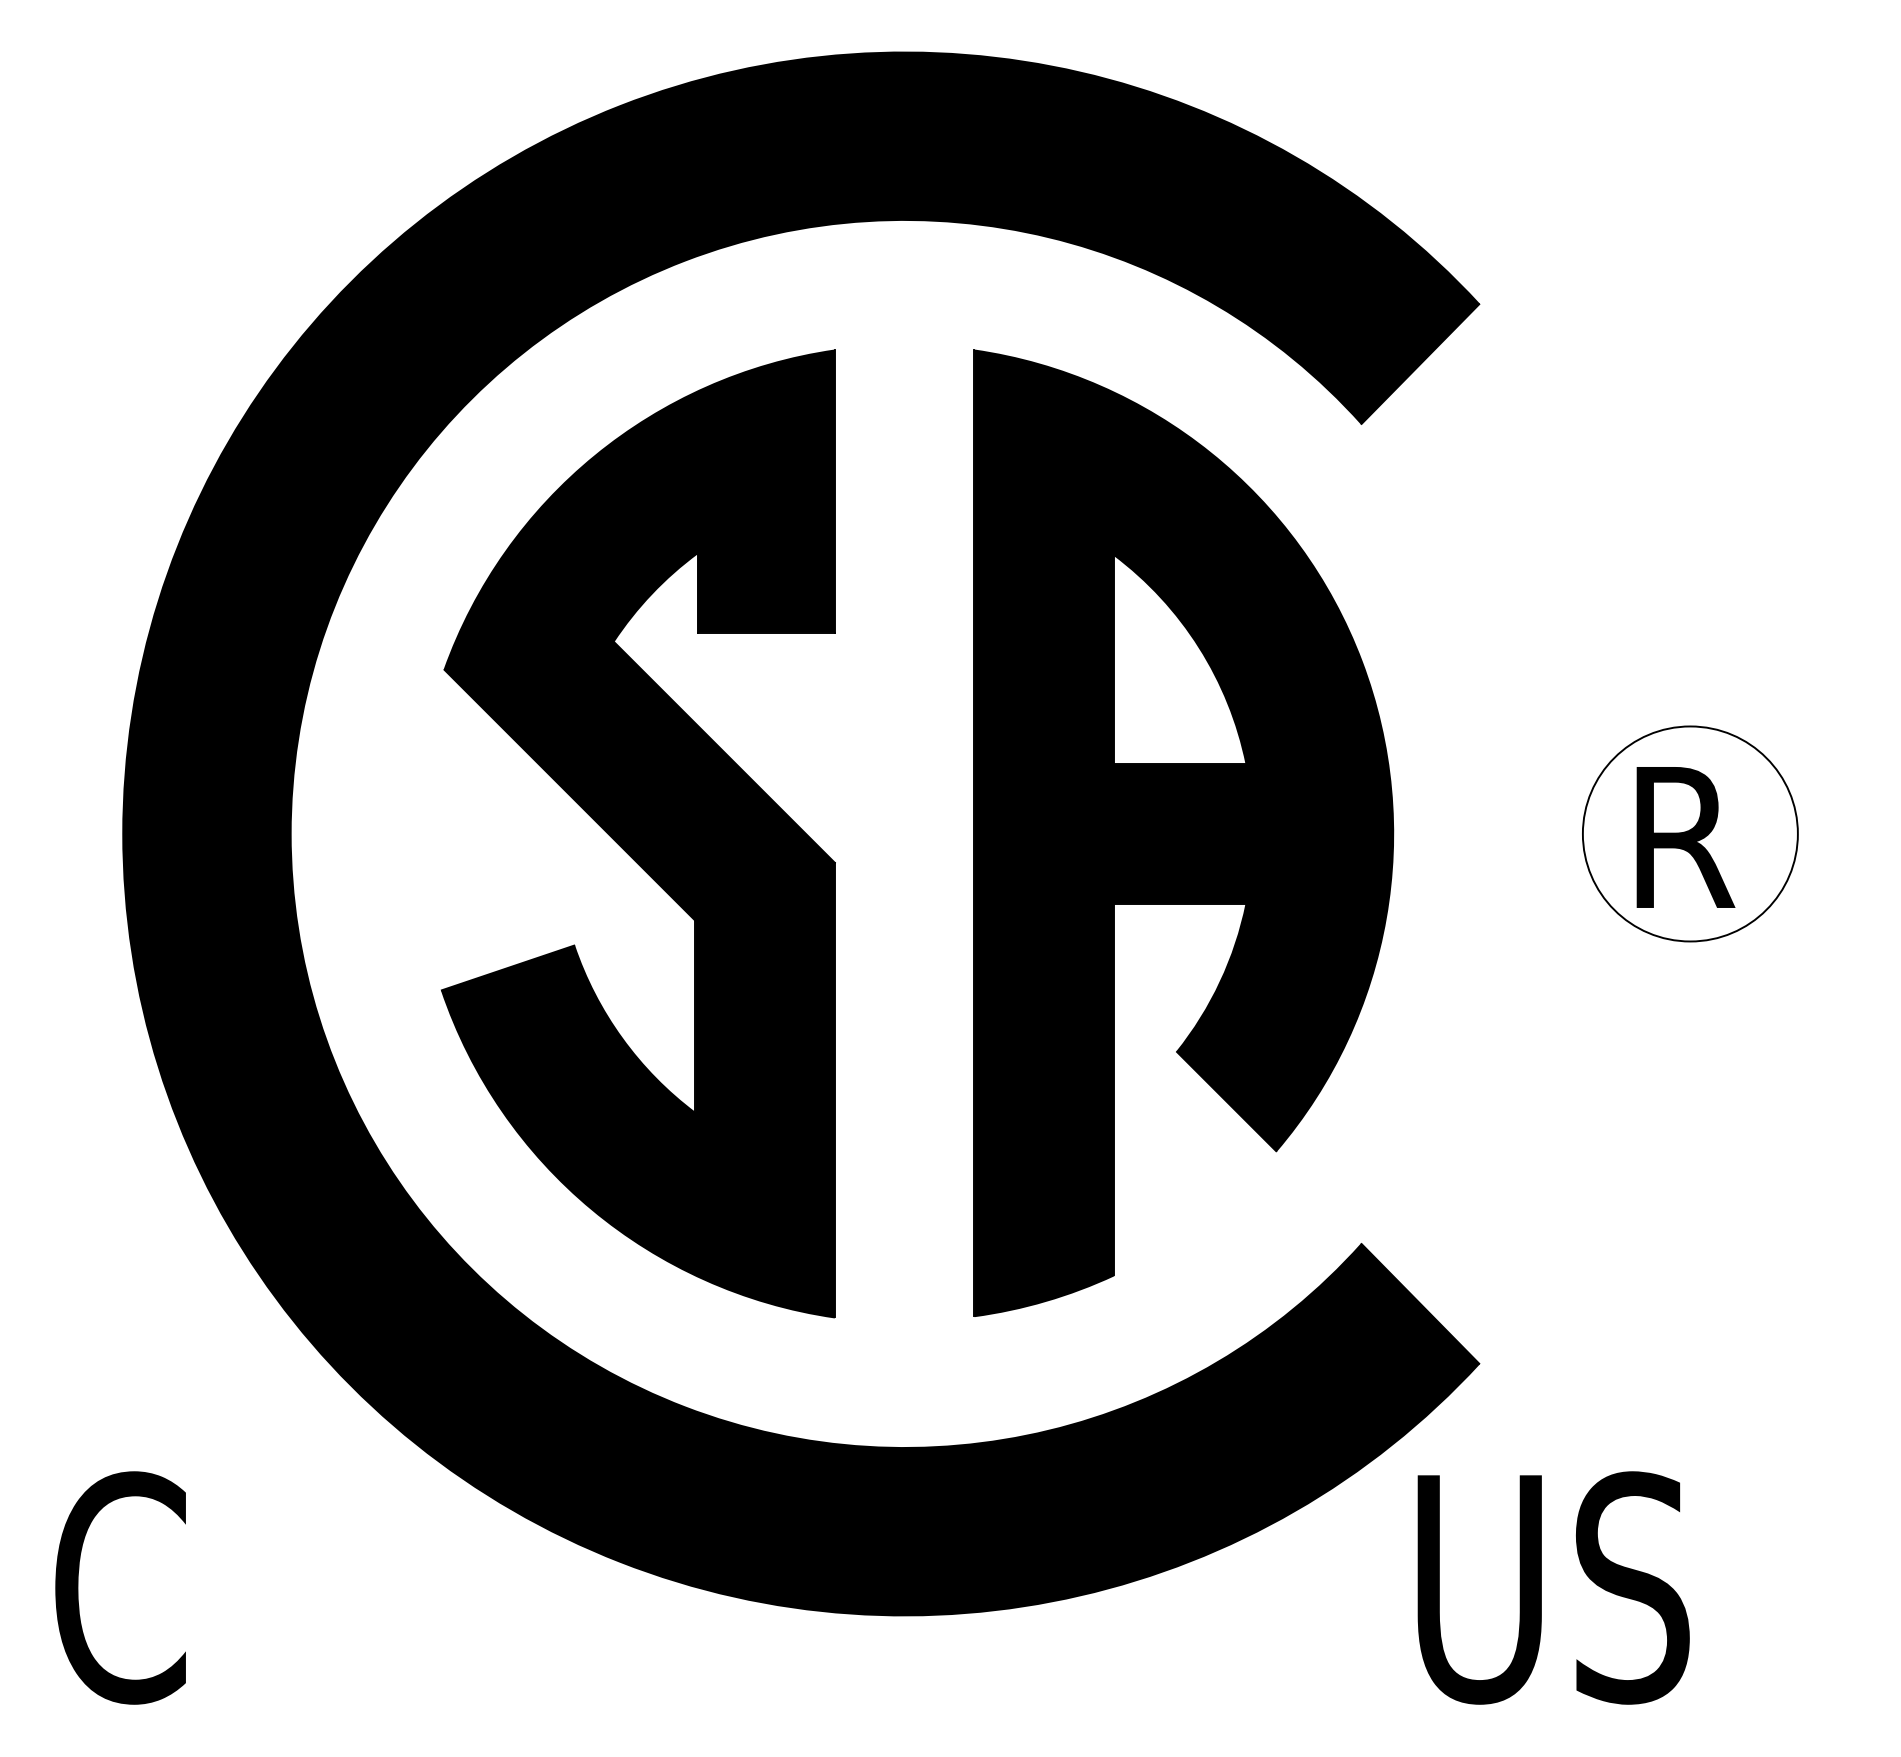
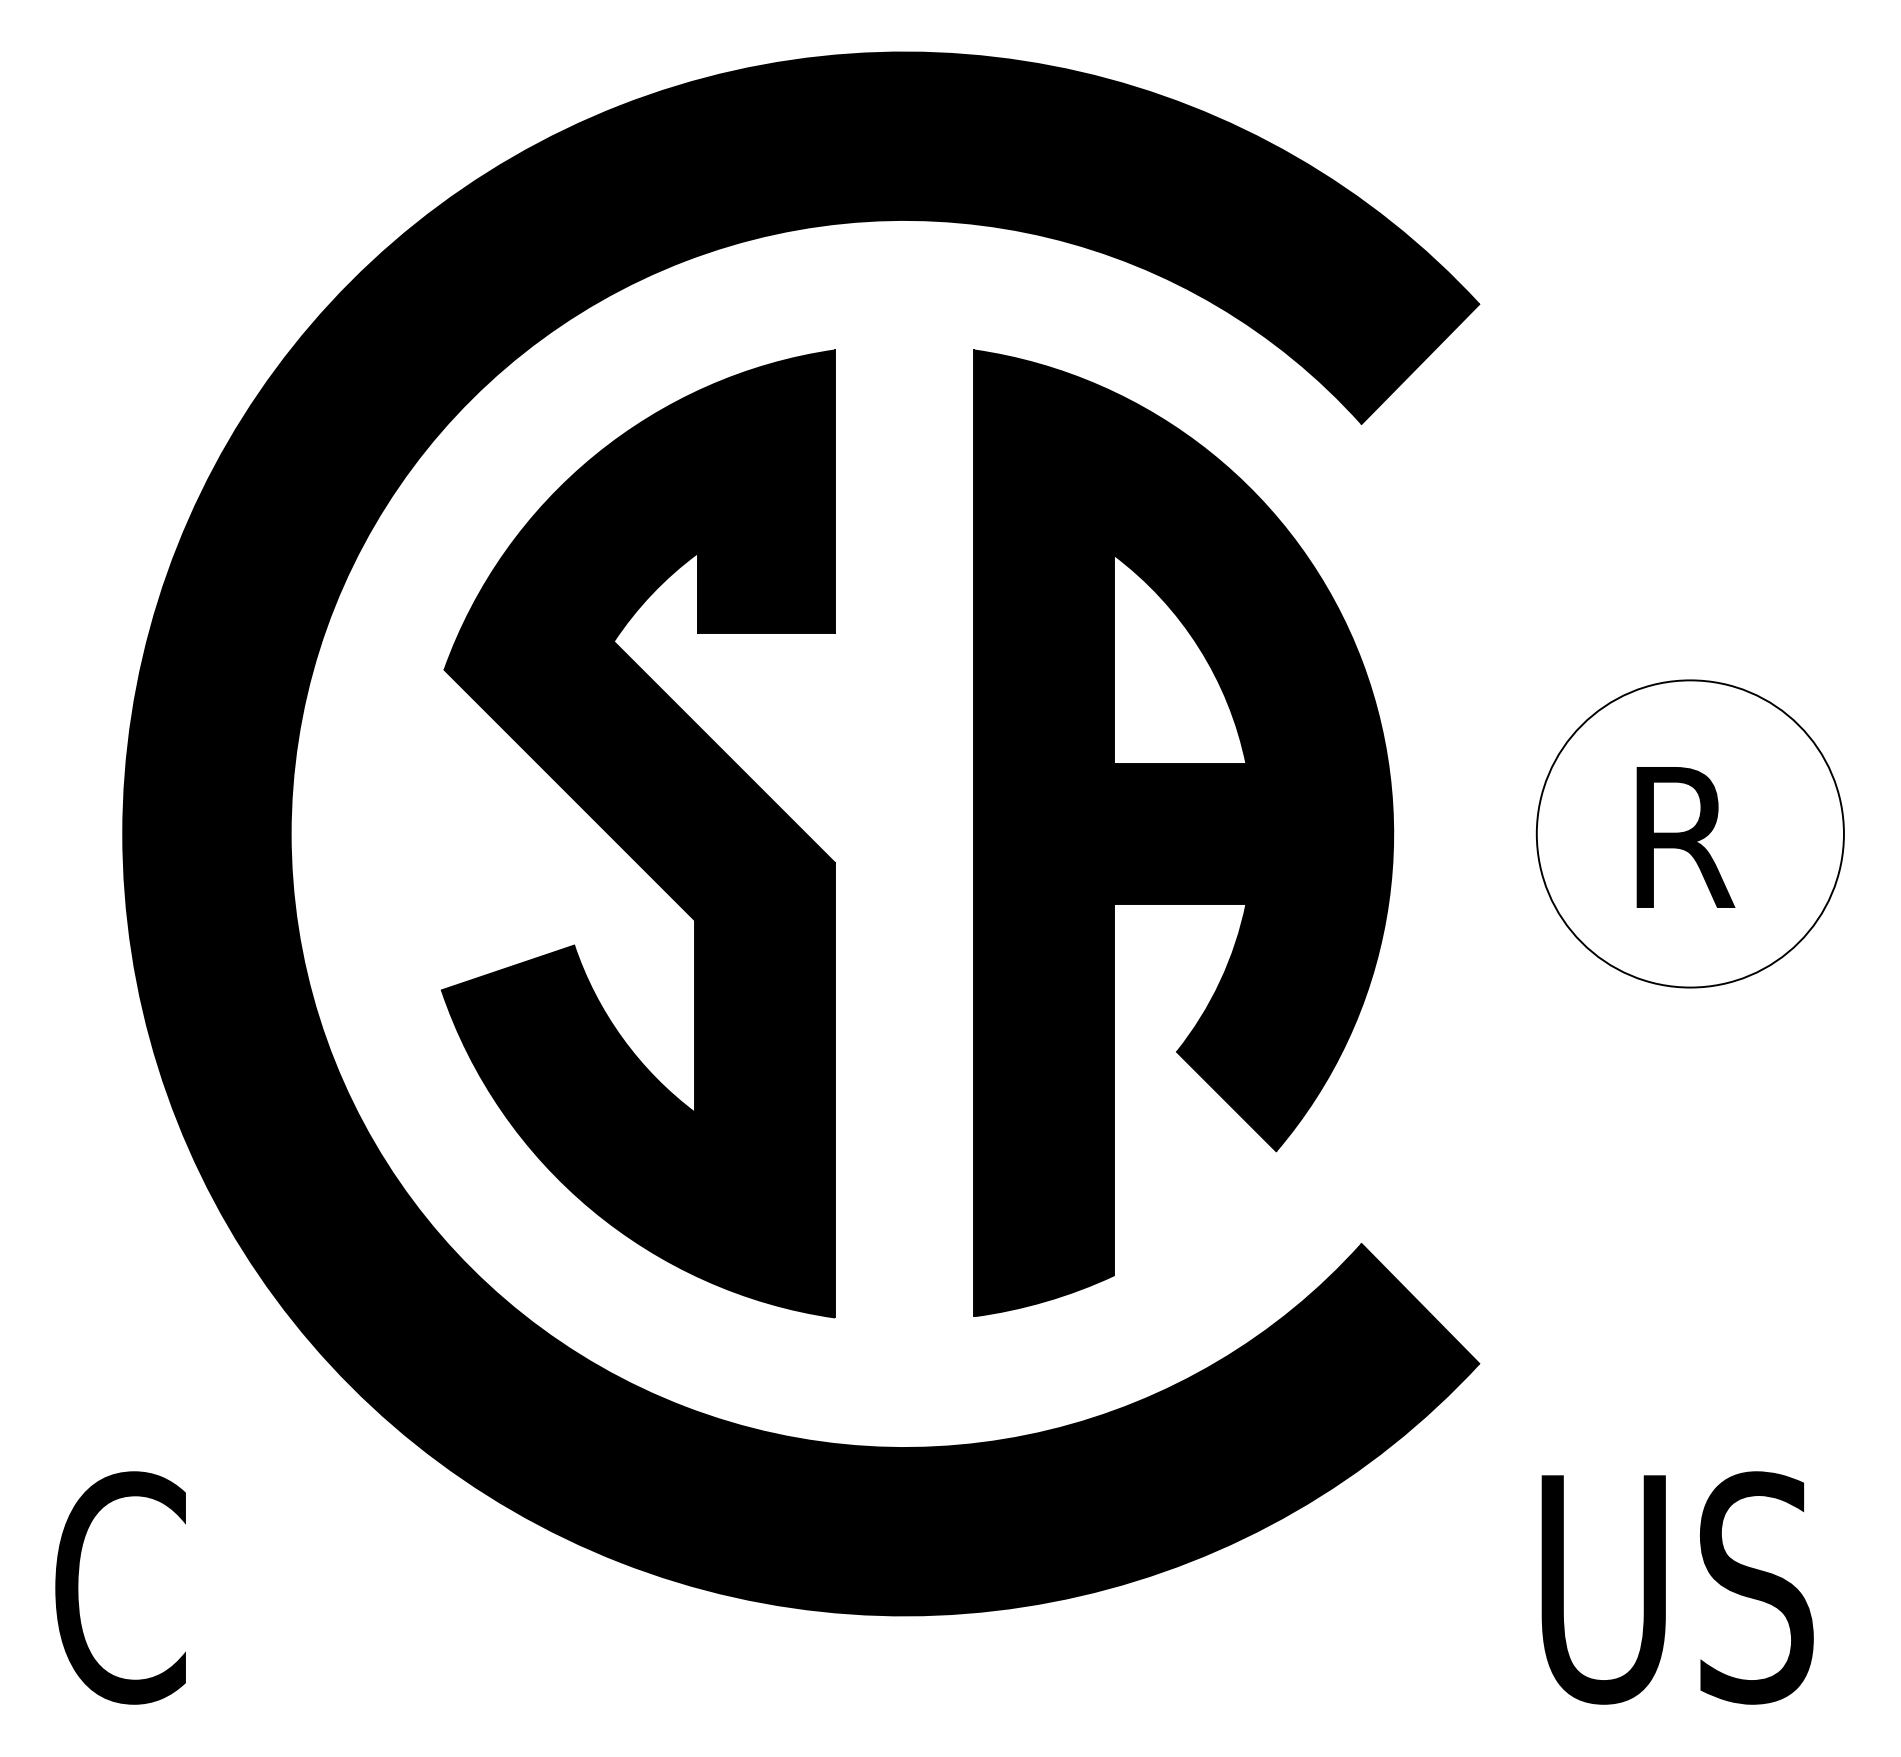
circle at (1689, 833) diameter: 215 px -> 307 px
text at (1553, 1587) position: (1553, 1587) -> (1677, 1587)
